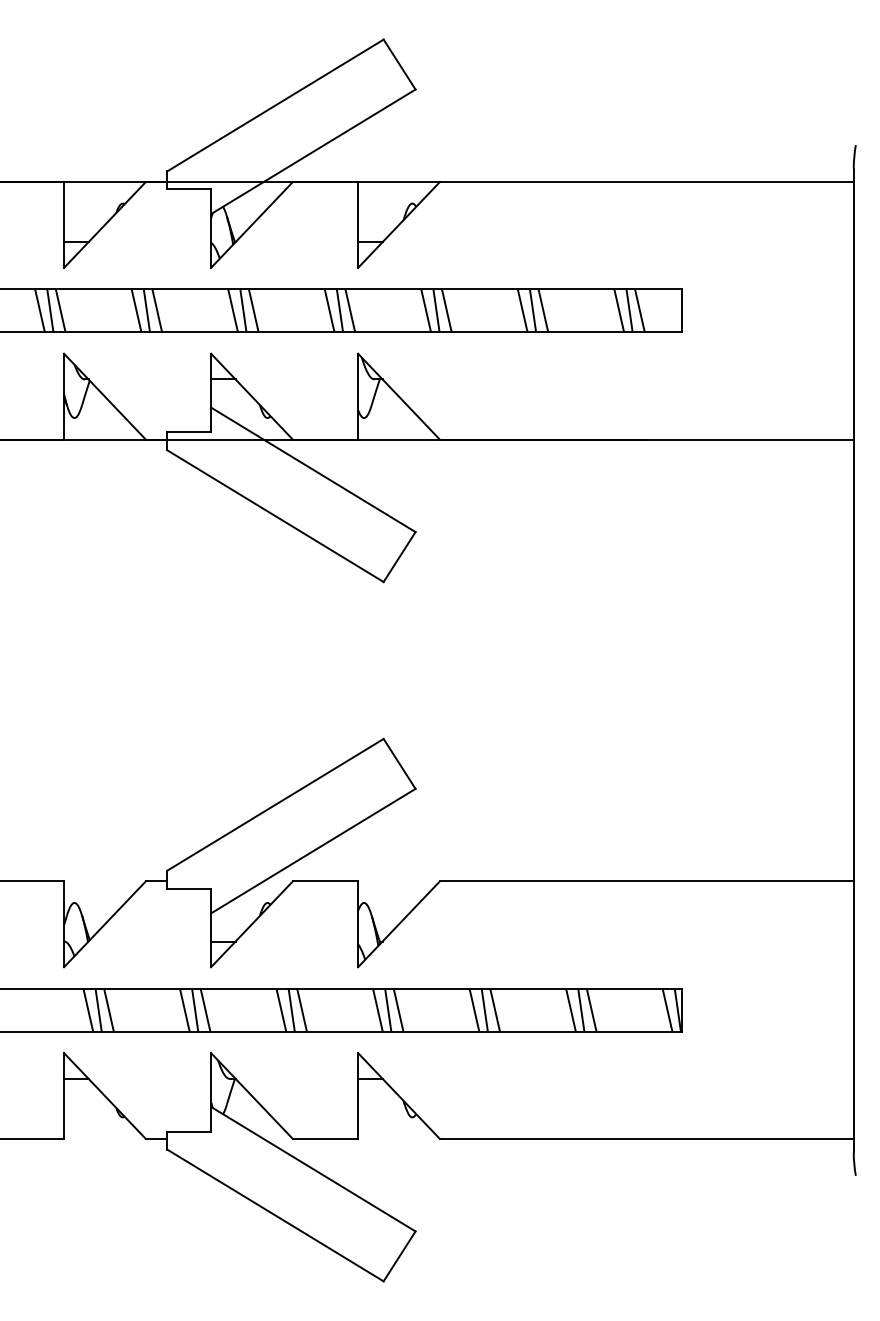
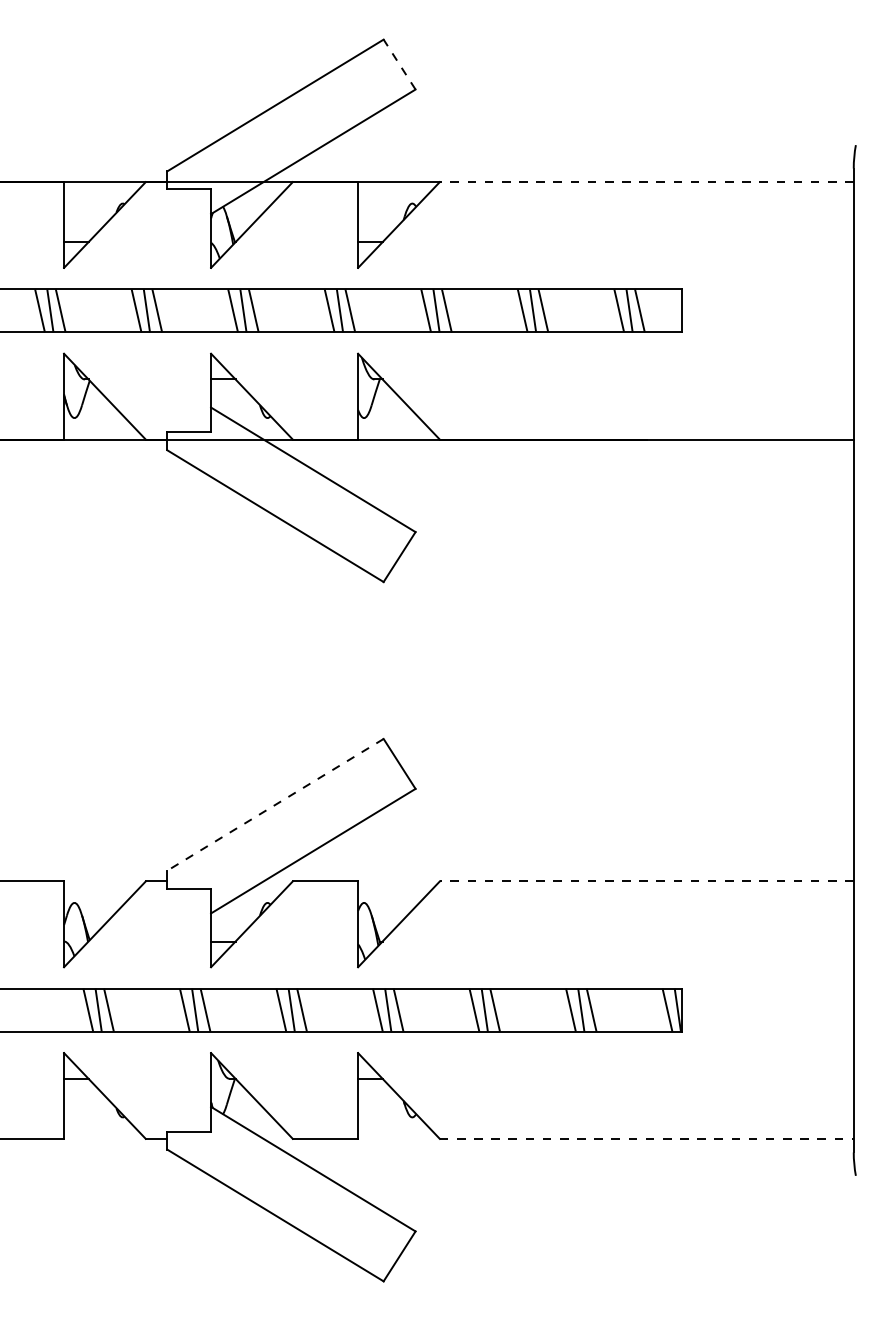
line at (399, 64): solid -> dashed
line at (646, 182): solid -> dashed
line at (275, 804): solid -> dashed
line at (646, 881): solid -> dashed
line at (646, 1138): solid -> dashed
